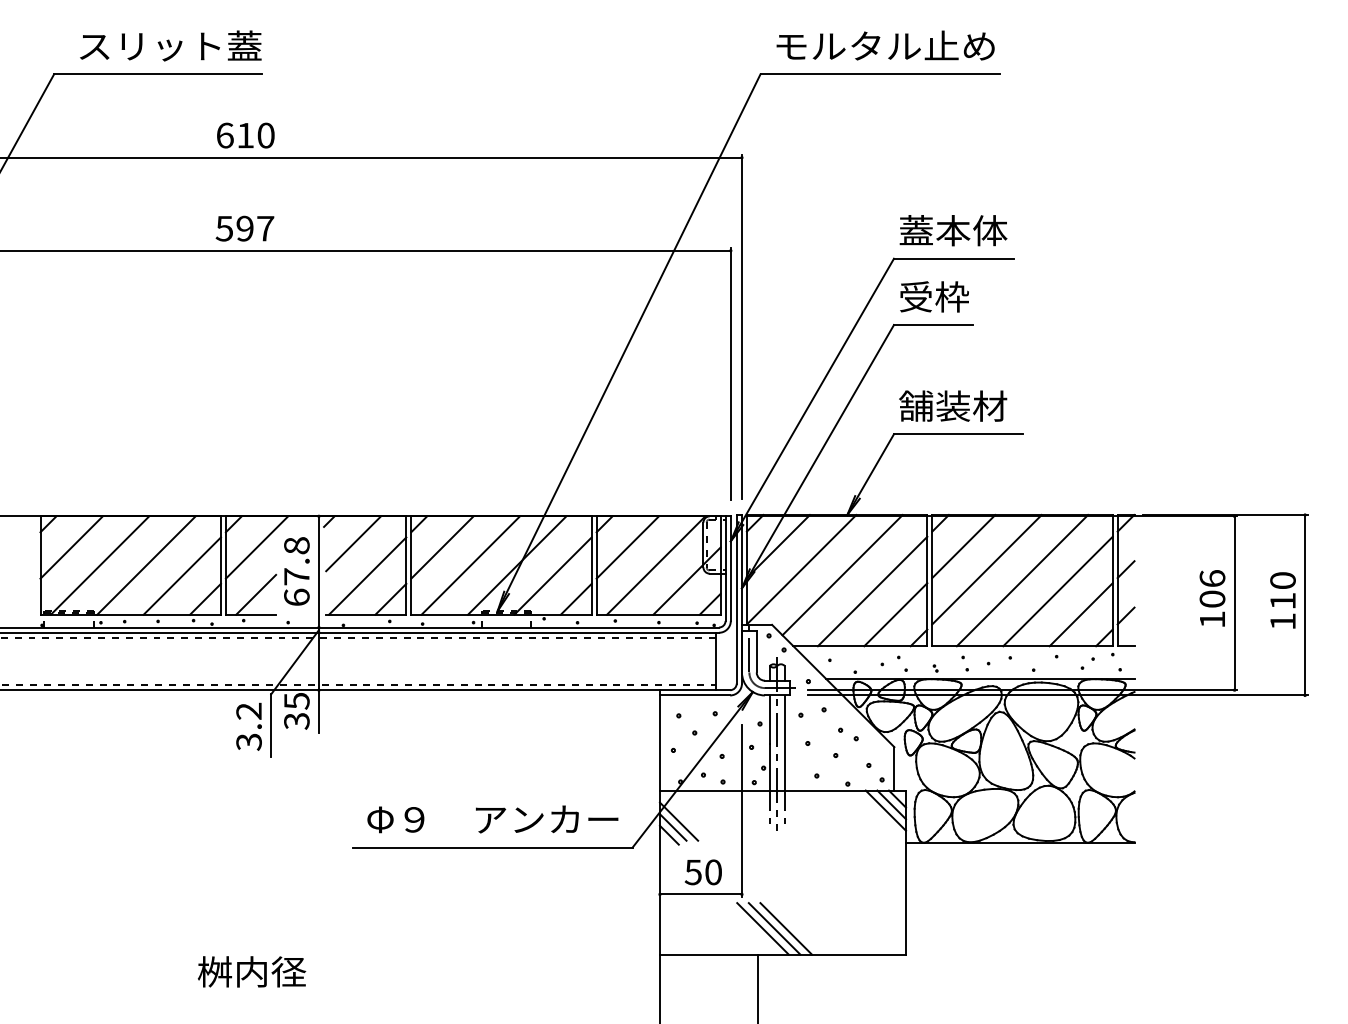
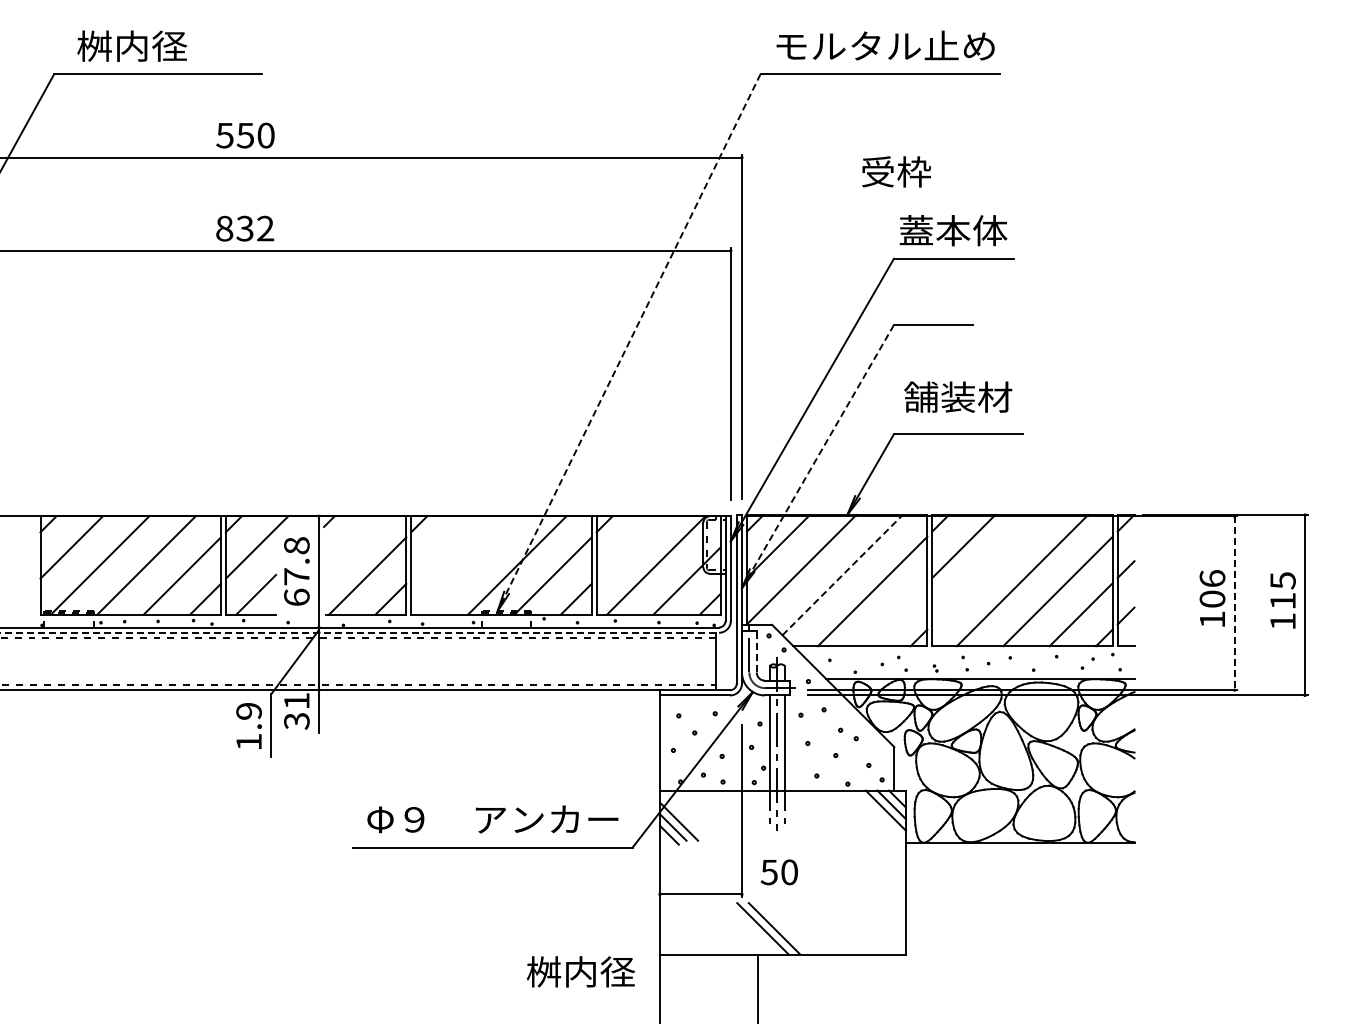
text at (169, 45): スリット蓋 -> 桝内径
text at (234, 135): 610 -> 550
text at (244, 228): 597 -> 832
text at (934, 296) position: (934, 296) -> (896, 171)
line at (629, 342): solid -> dashed
text at (953, 405) position: (953, 405) -> (958, 396)
line at (817, 456): solid -> dashed
line at (353, 543): present -> none
line at (442, 547): present -> none
line at (627, 547): present -> none
line at (470, 565): present -> none
line at (986, 569): present -> none
line at (842, 574): solid -> dashed
text at (1282, 580): 110 -> 115
line at (1234, 603): solid -> dashed
line at (895, 614): present -> none
line at (360, 632): solid -> dashed
line at (756, 651): solid -> dashed
text at (296, 701): 35 -> 31
text at (248, 726): 3.2 -> 1.9
text at (703, 872) position: (703, 872) -> (779, 872)
line at (785, 928): present -> none
text at (252, 971) position: (252, 971) -> (581, 971)
